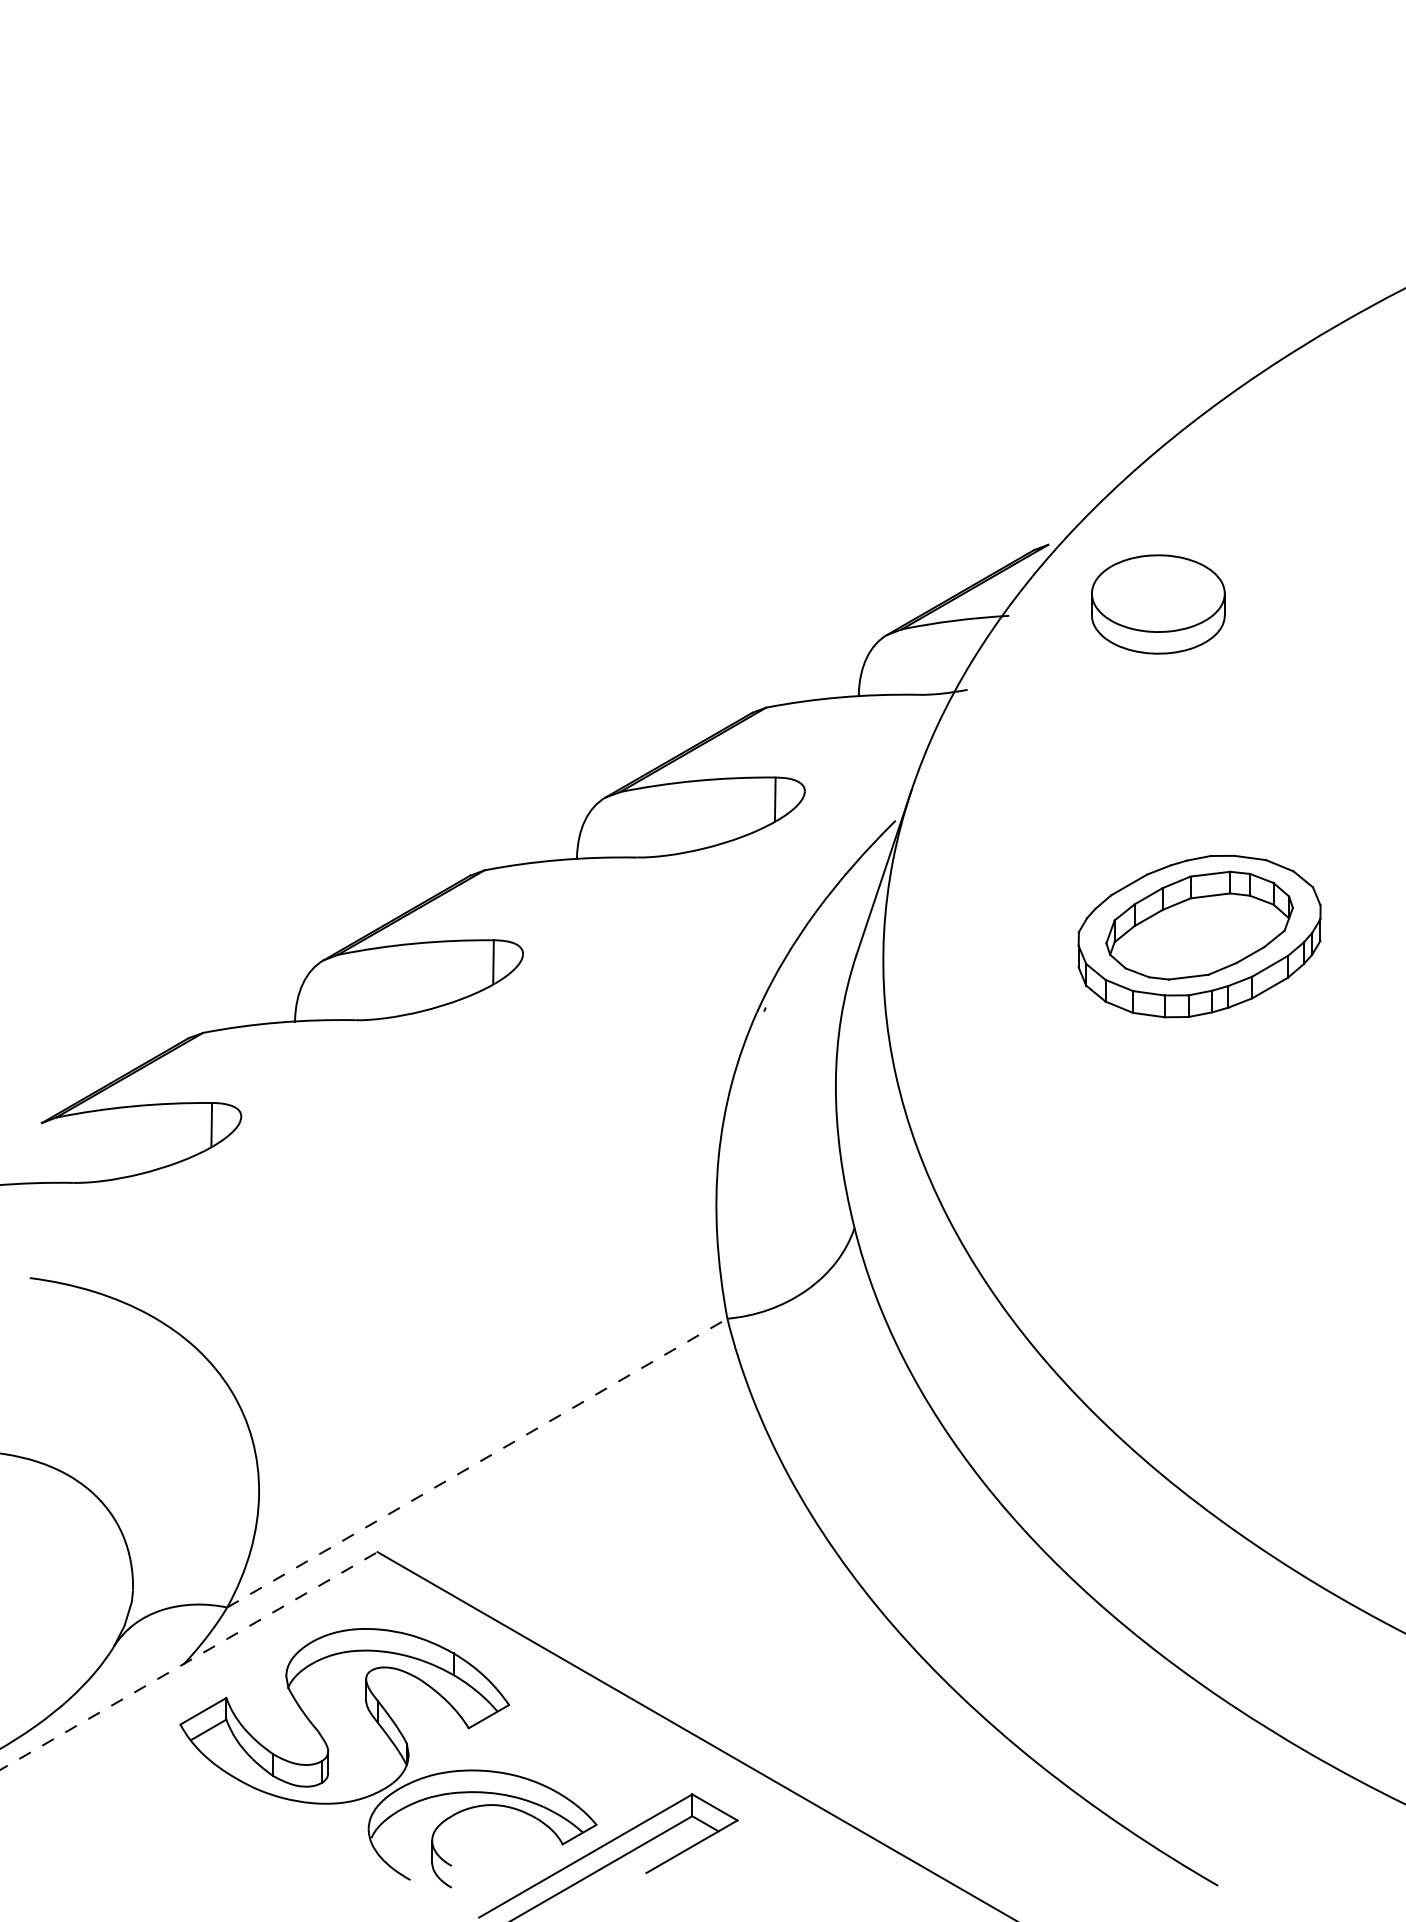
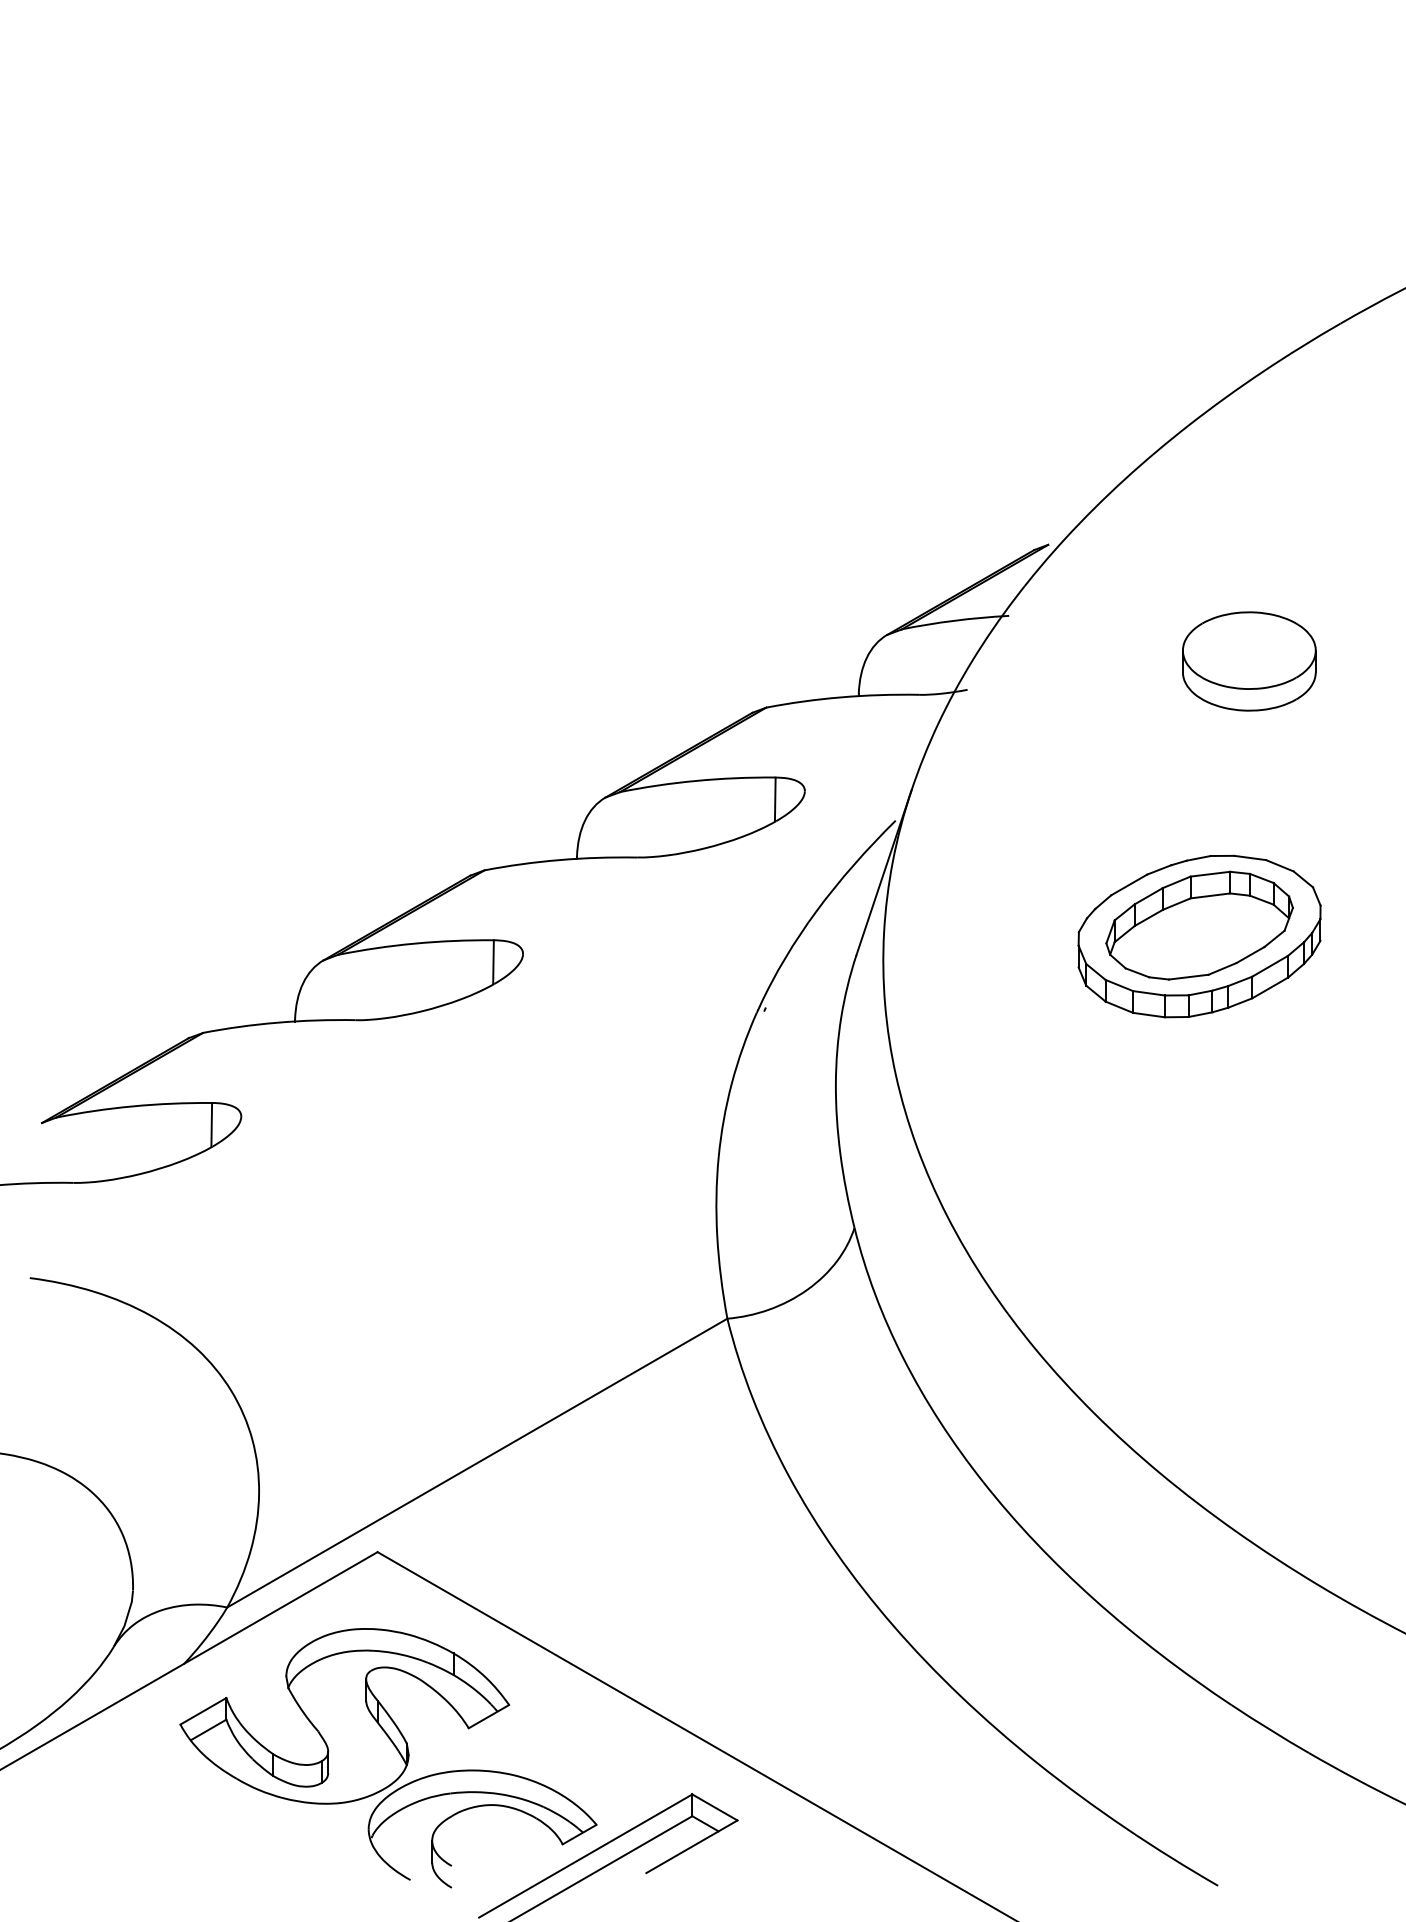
part at (1158, 604) position: (1158, 604) -> (1249, 661)
line at (477, 1463): dashed -> solid
line at (189, 1661): dashed -> solid
